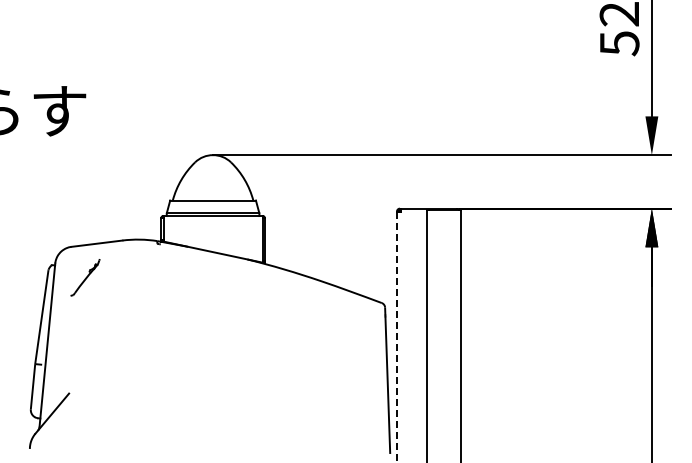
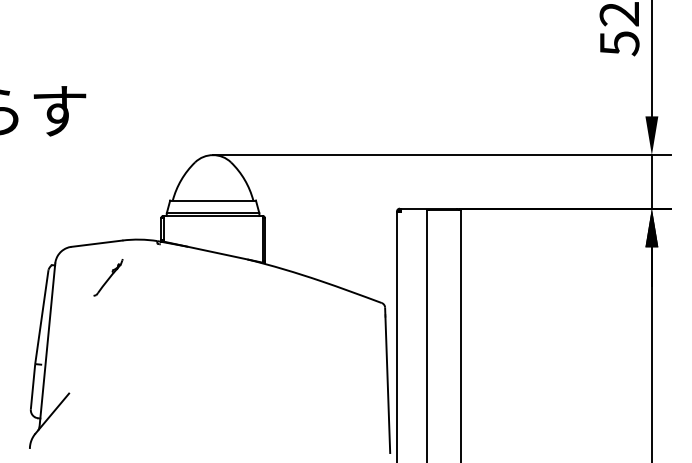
line at (651, 181): none -> present
part at (85, 277) position: (85, 277) -> (108, 277)
line at (396, 337): dashed -> solid
